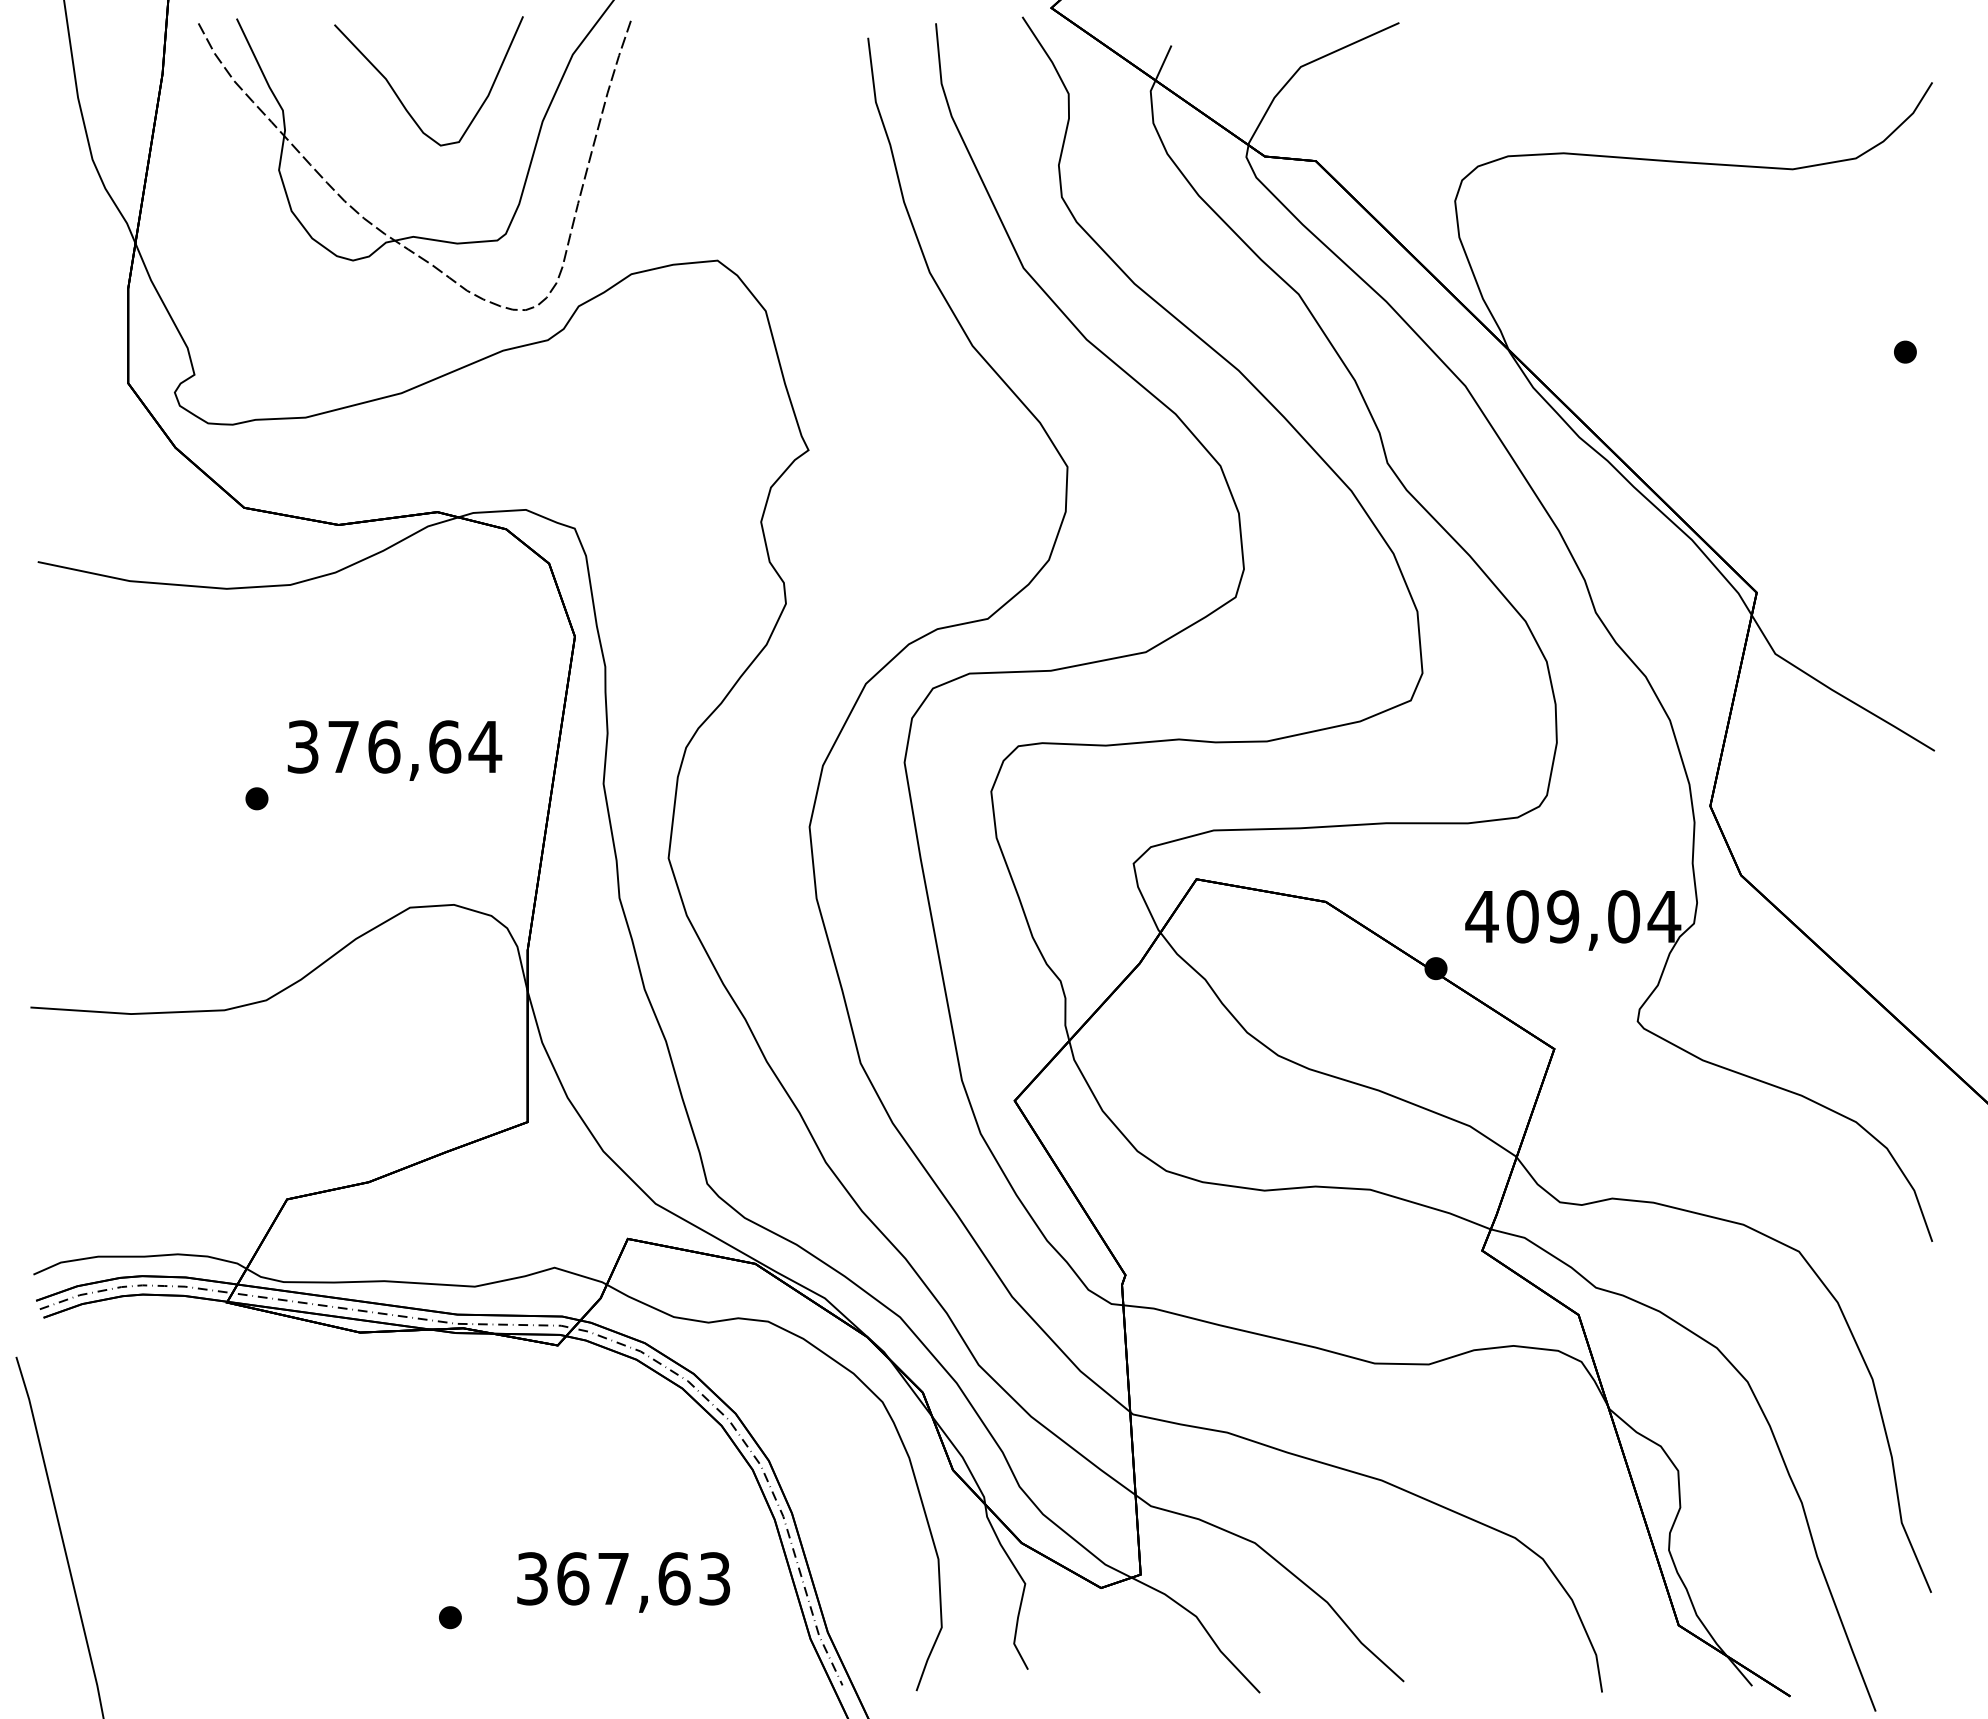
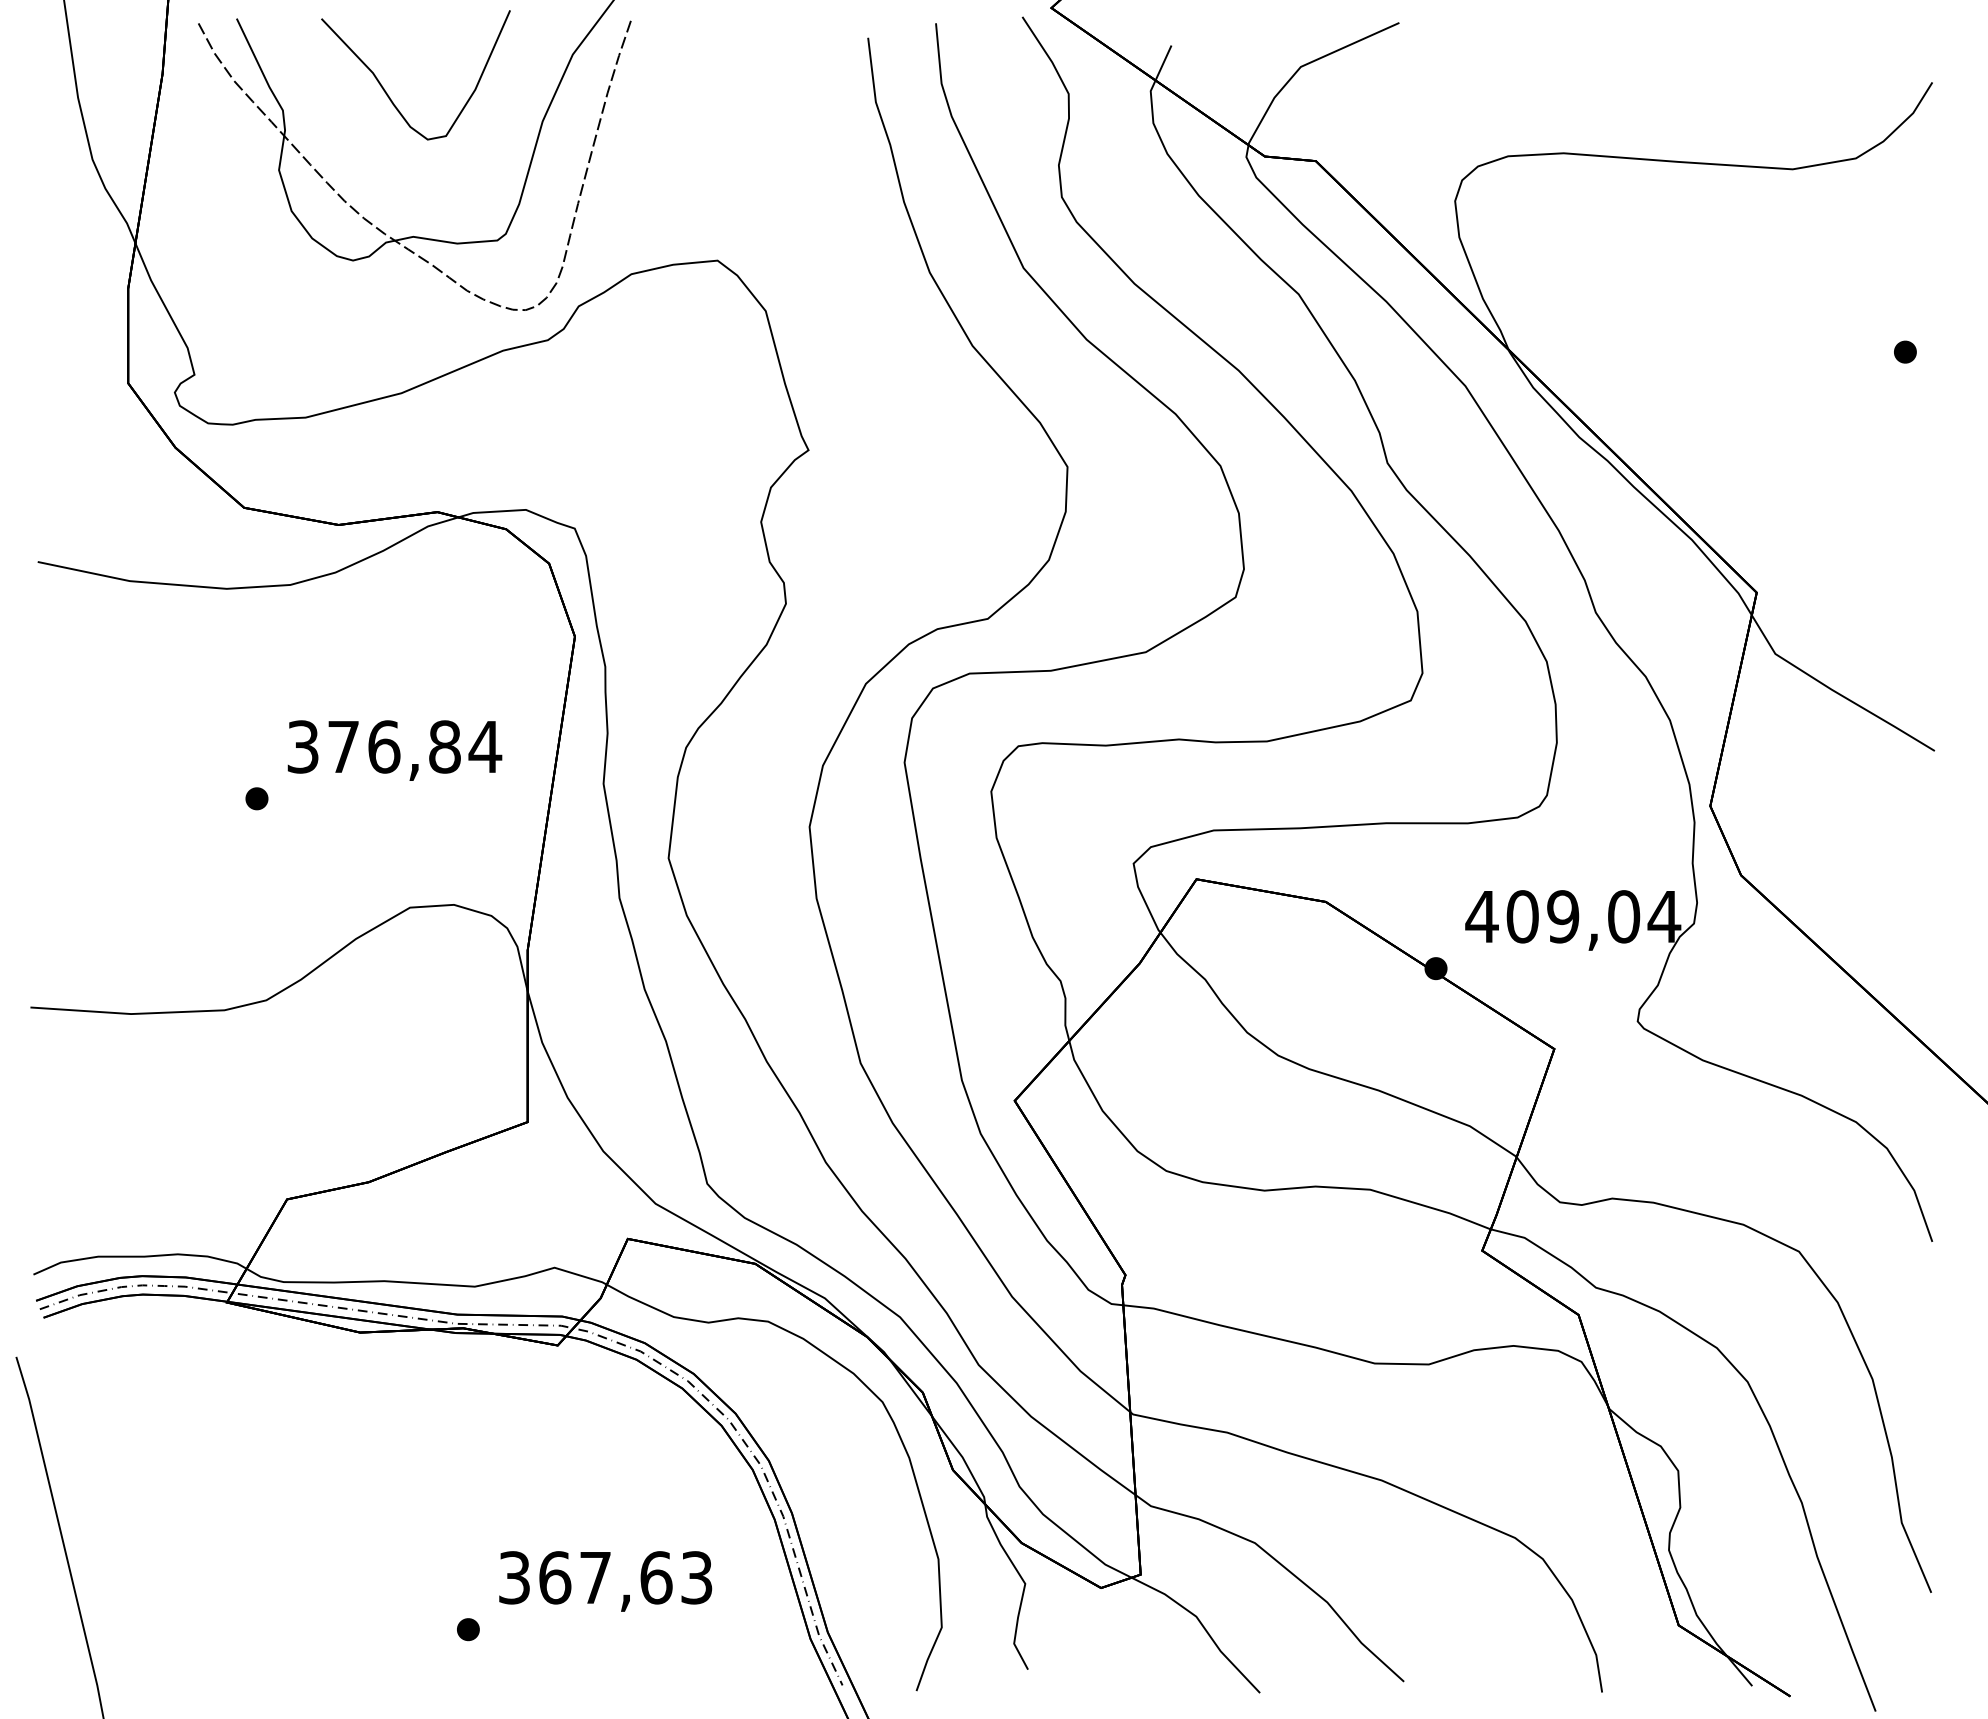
curve at (401, 100) position: (401, 100) -> (388, 94)
text at (445, 746): 376,64 -> 376,84
text at (623, 1582) position: (623, 1582) -> (605, 1581)
part at (450, 1617) position: (450, 1617) -> (468, 1629)
